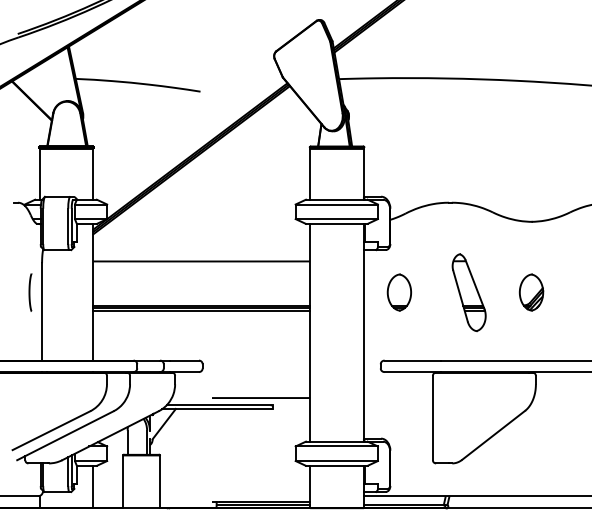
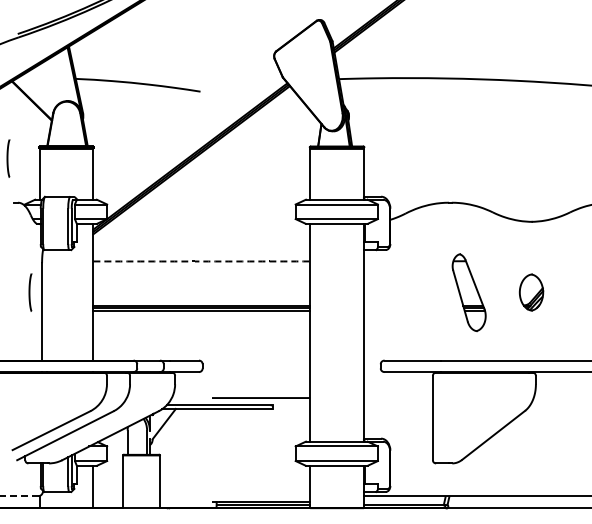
curve at (8, 158): none -> present
line at (201, 261): solid -> dashed
part at (398, 292): present -> none
line at (19, 496): solid -> dashed
